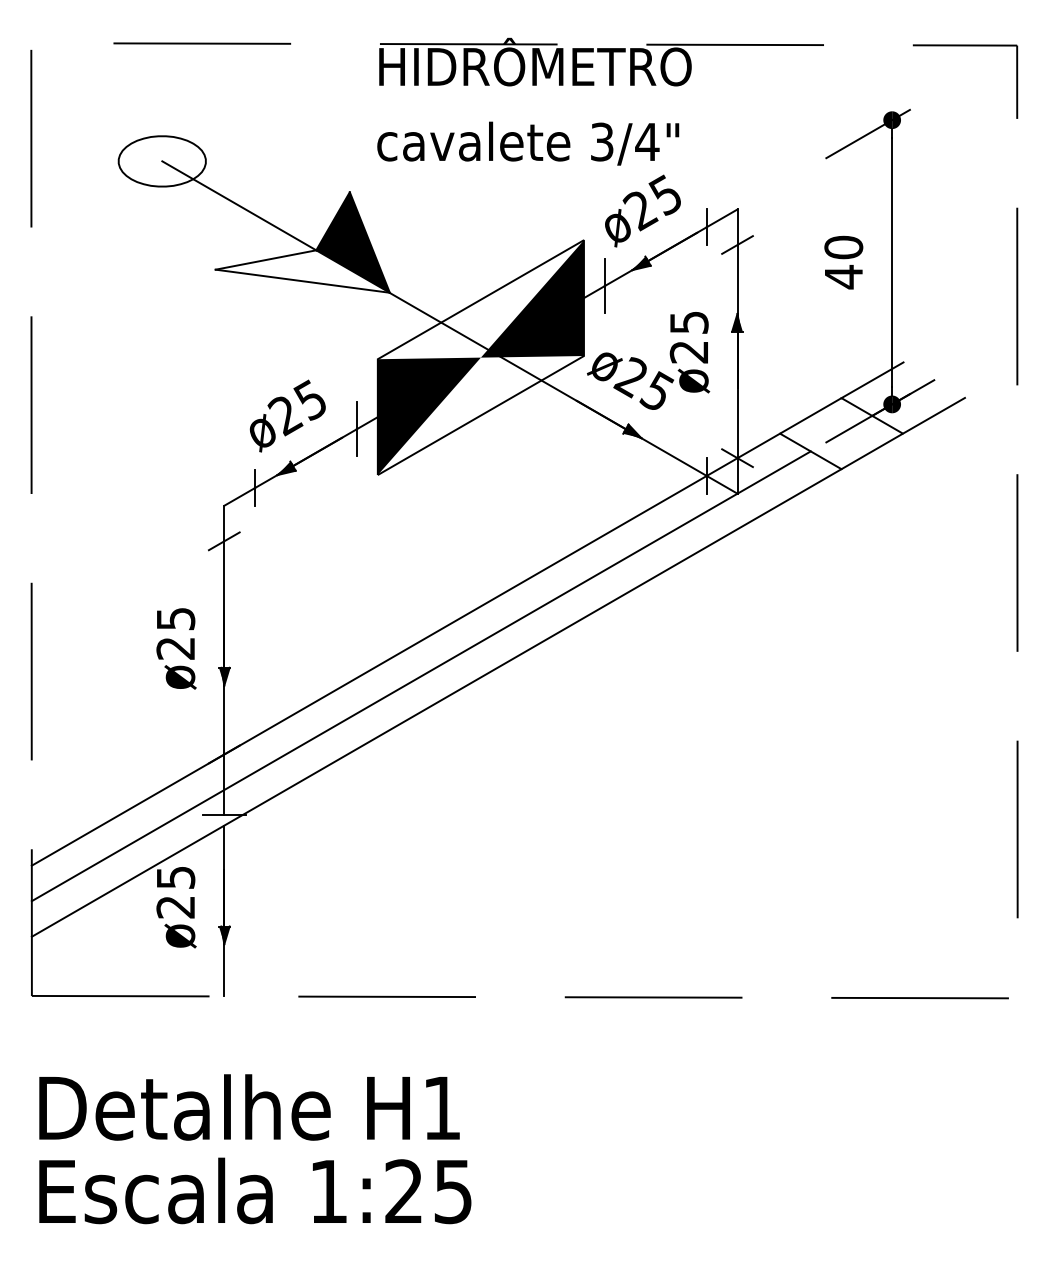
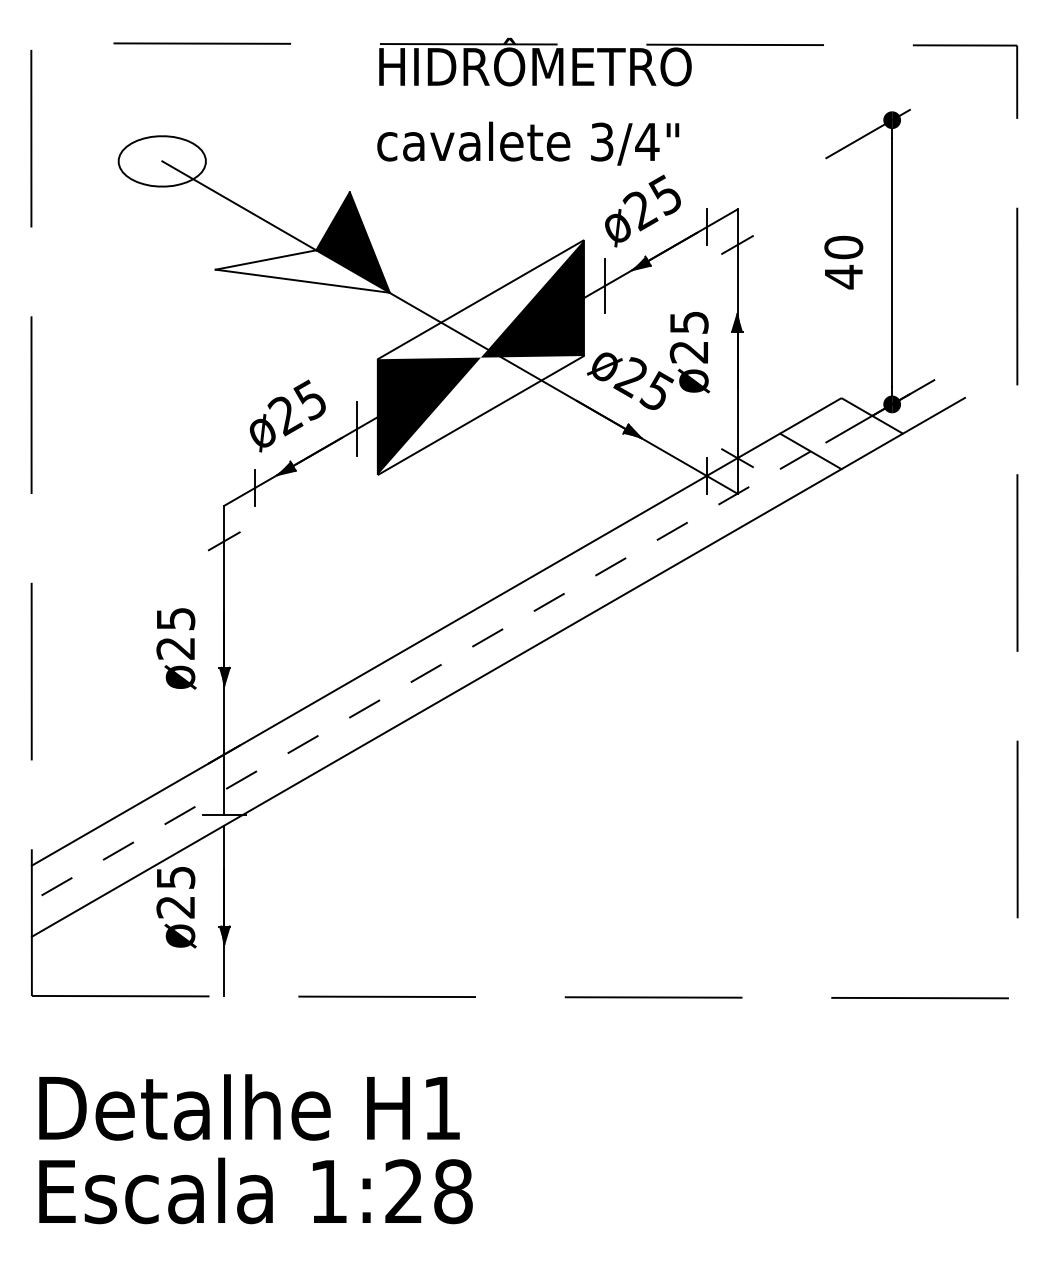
line at (872, 380): present -> none
line at (421, 676): solid -> dashed
text at (453, 1191): 1:25 -> 1:28
